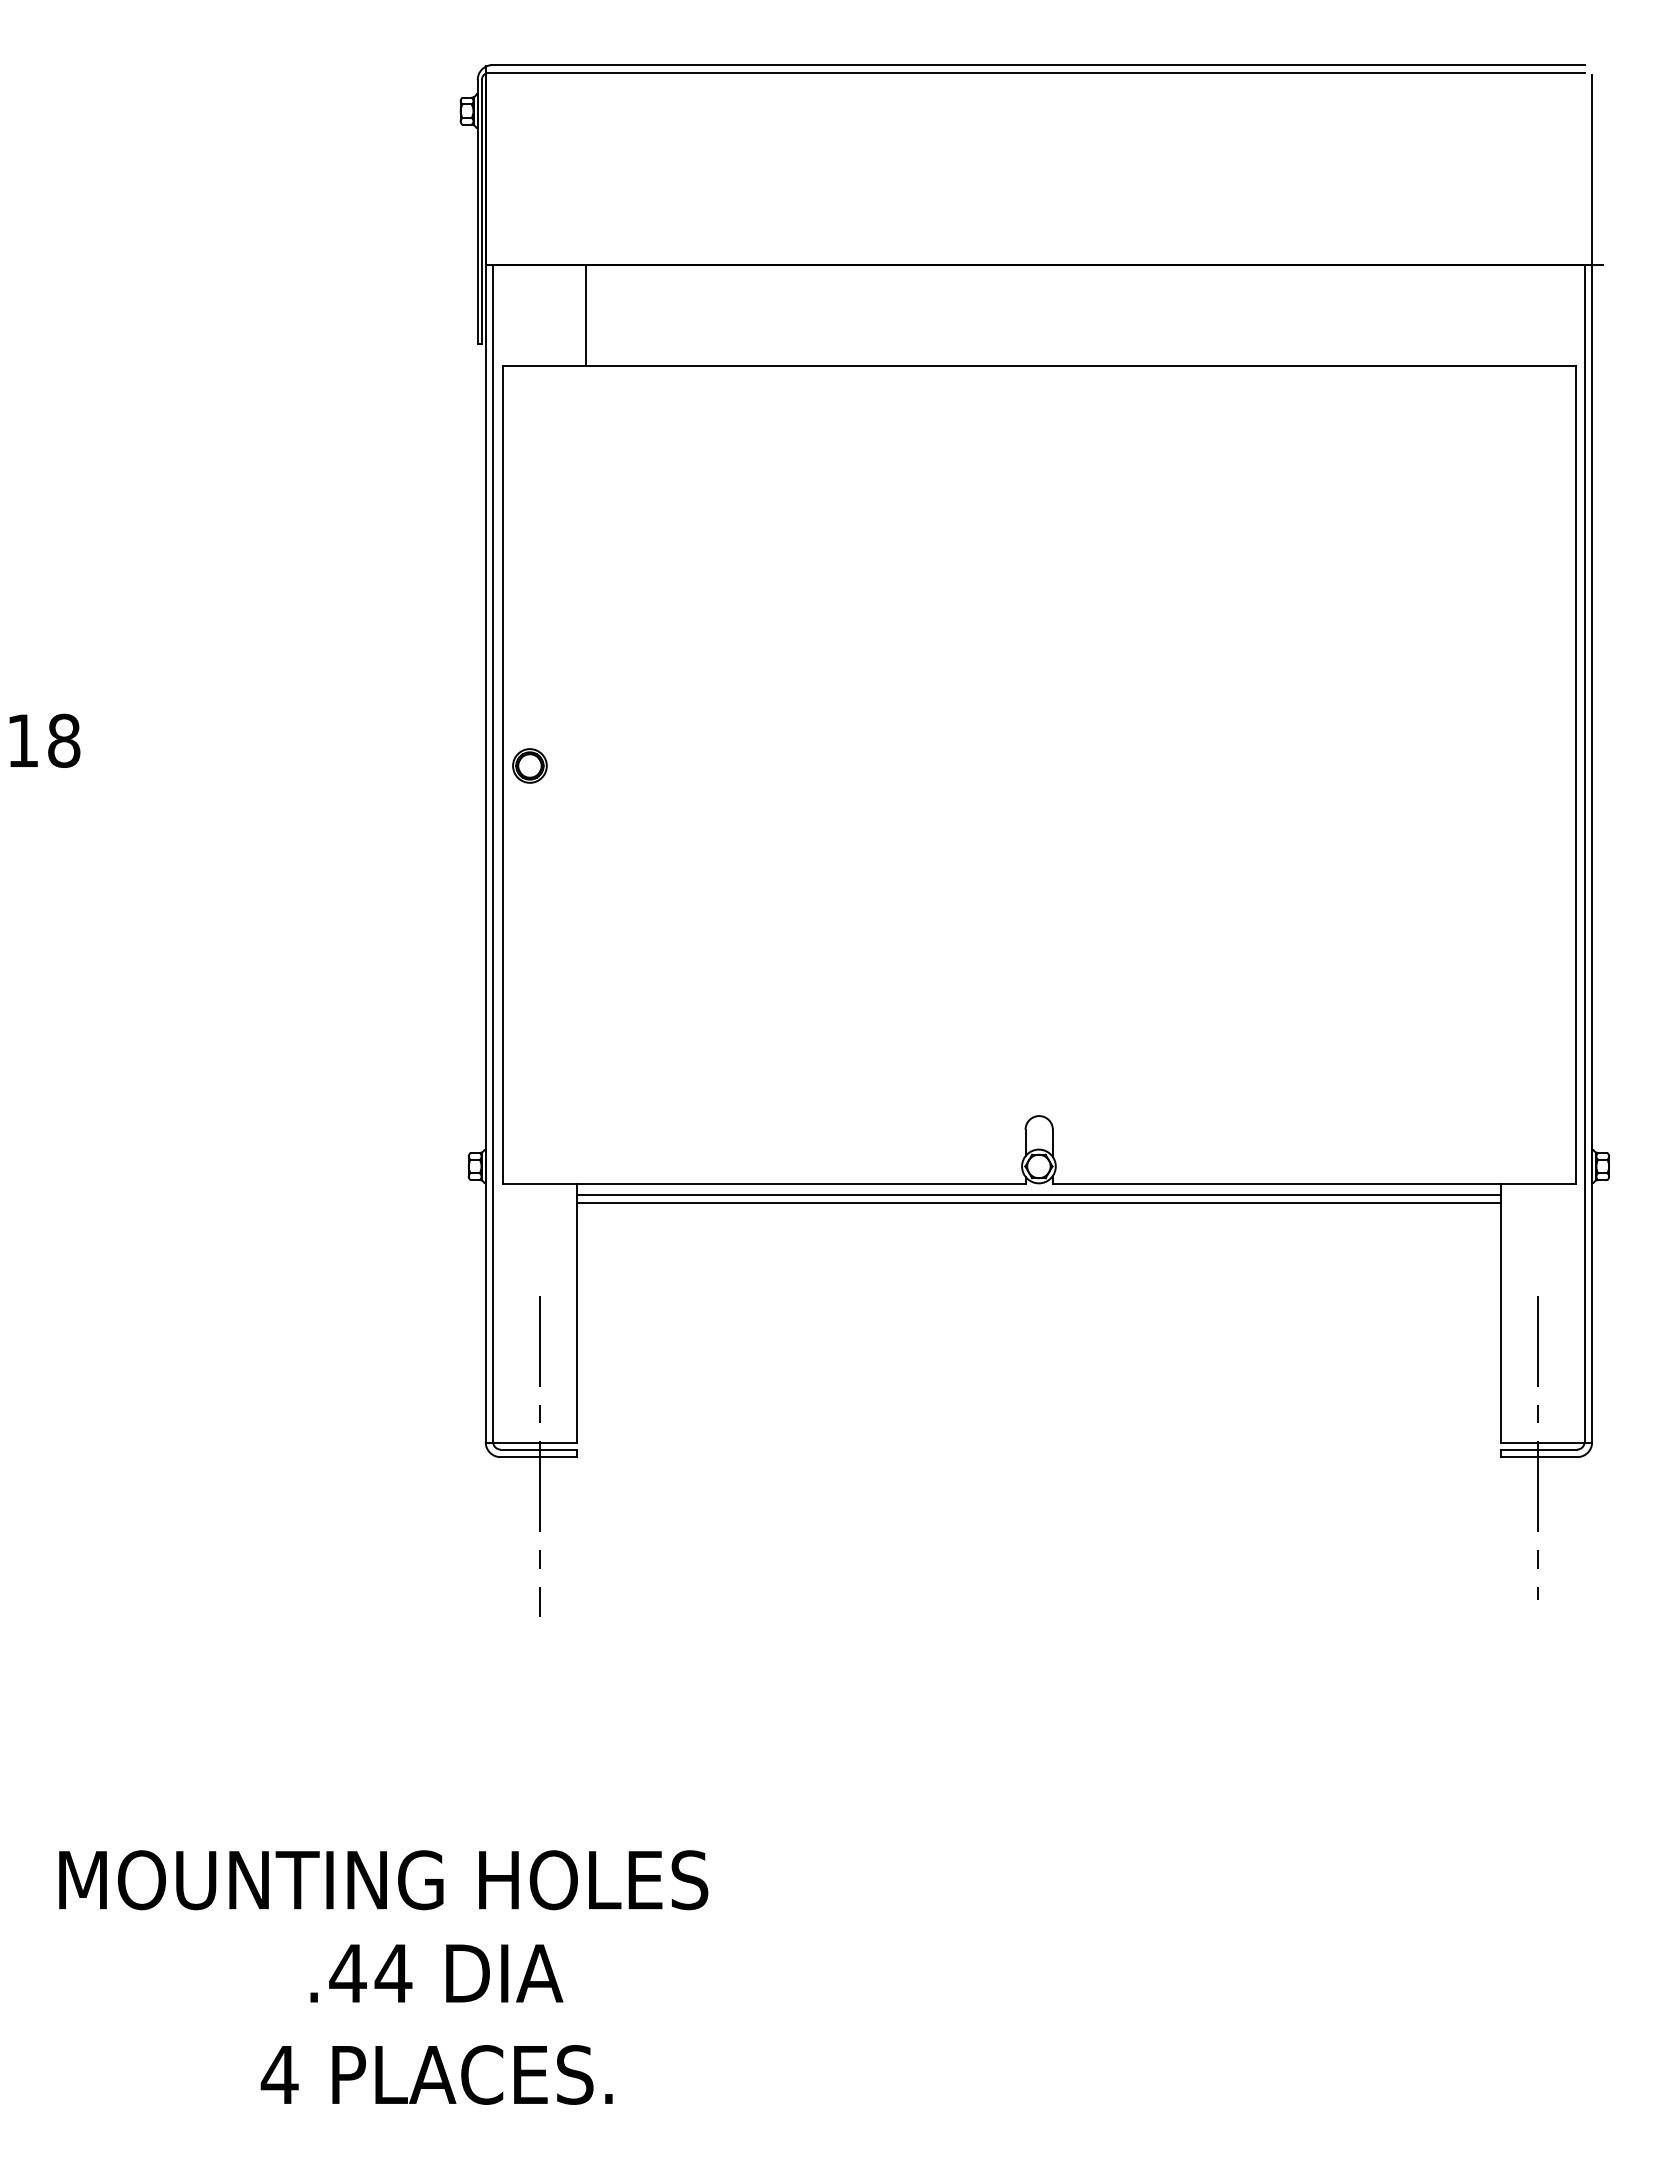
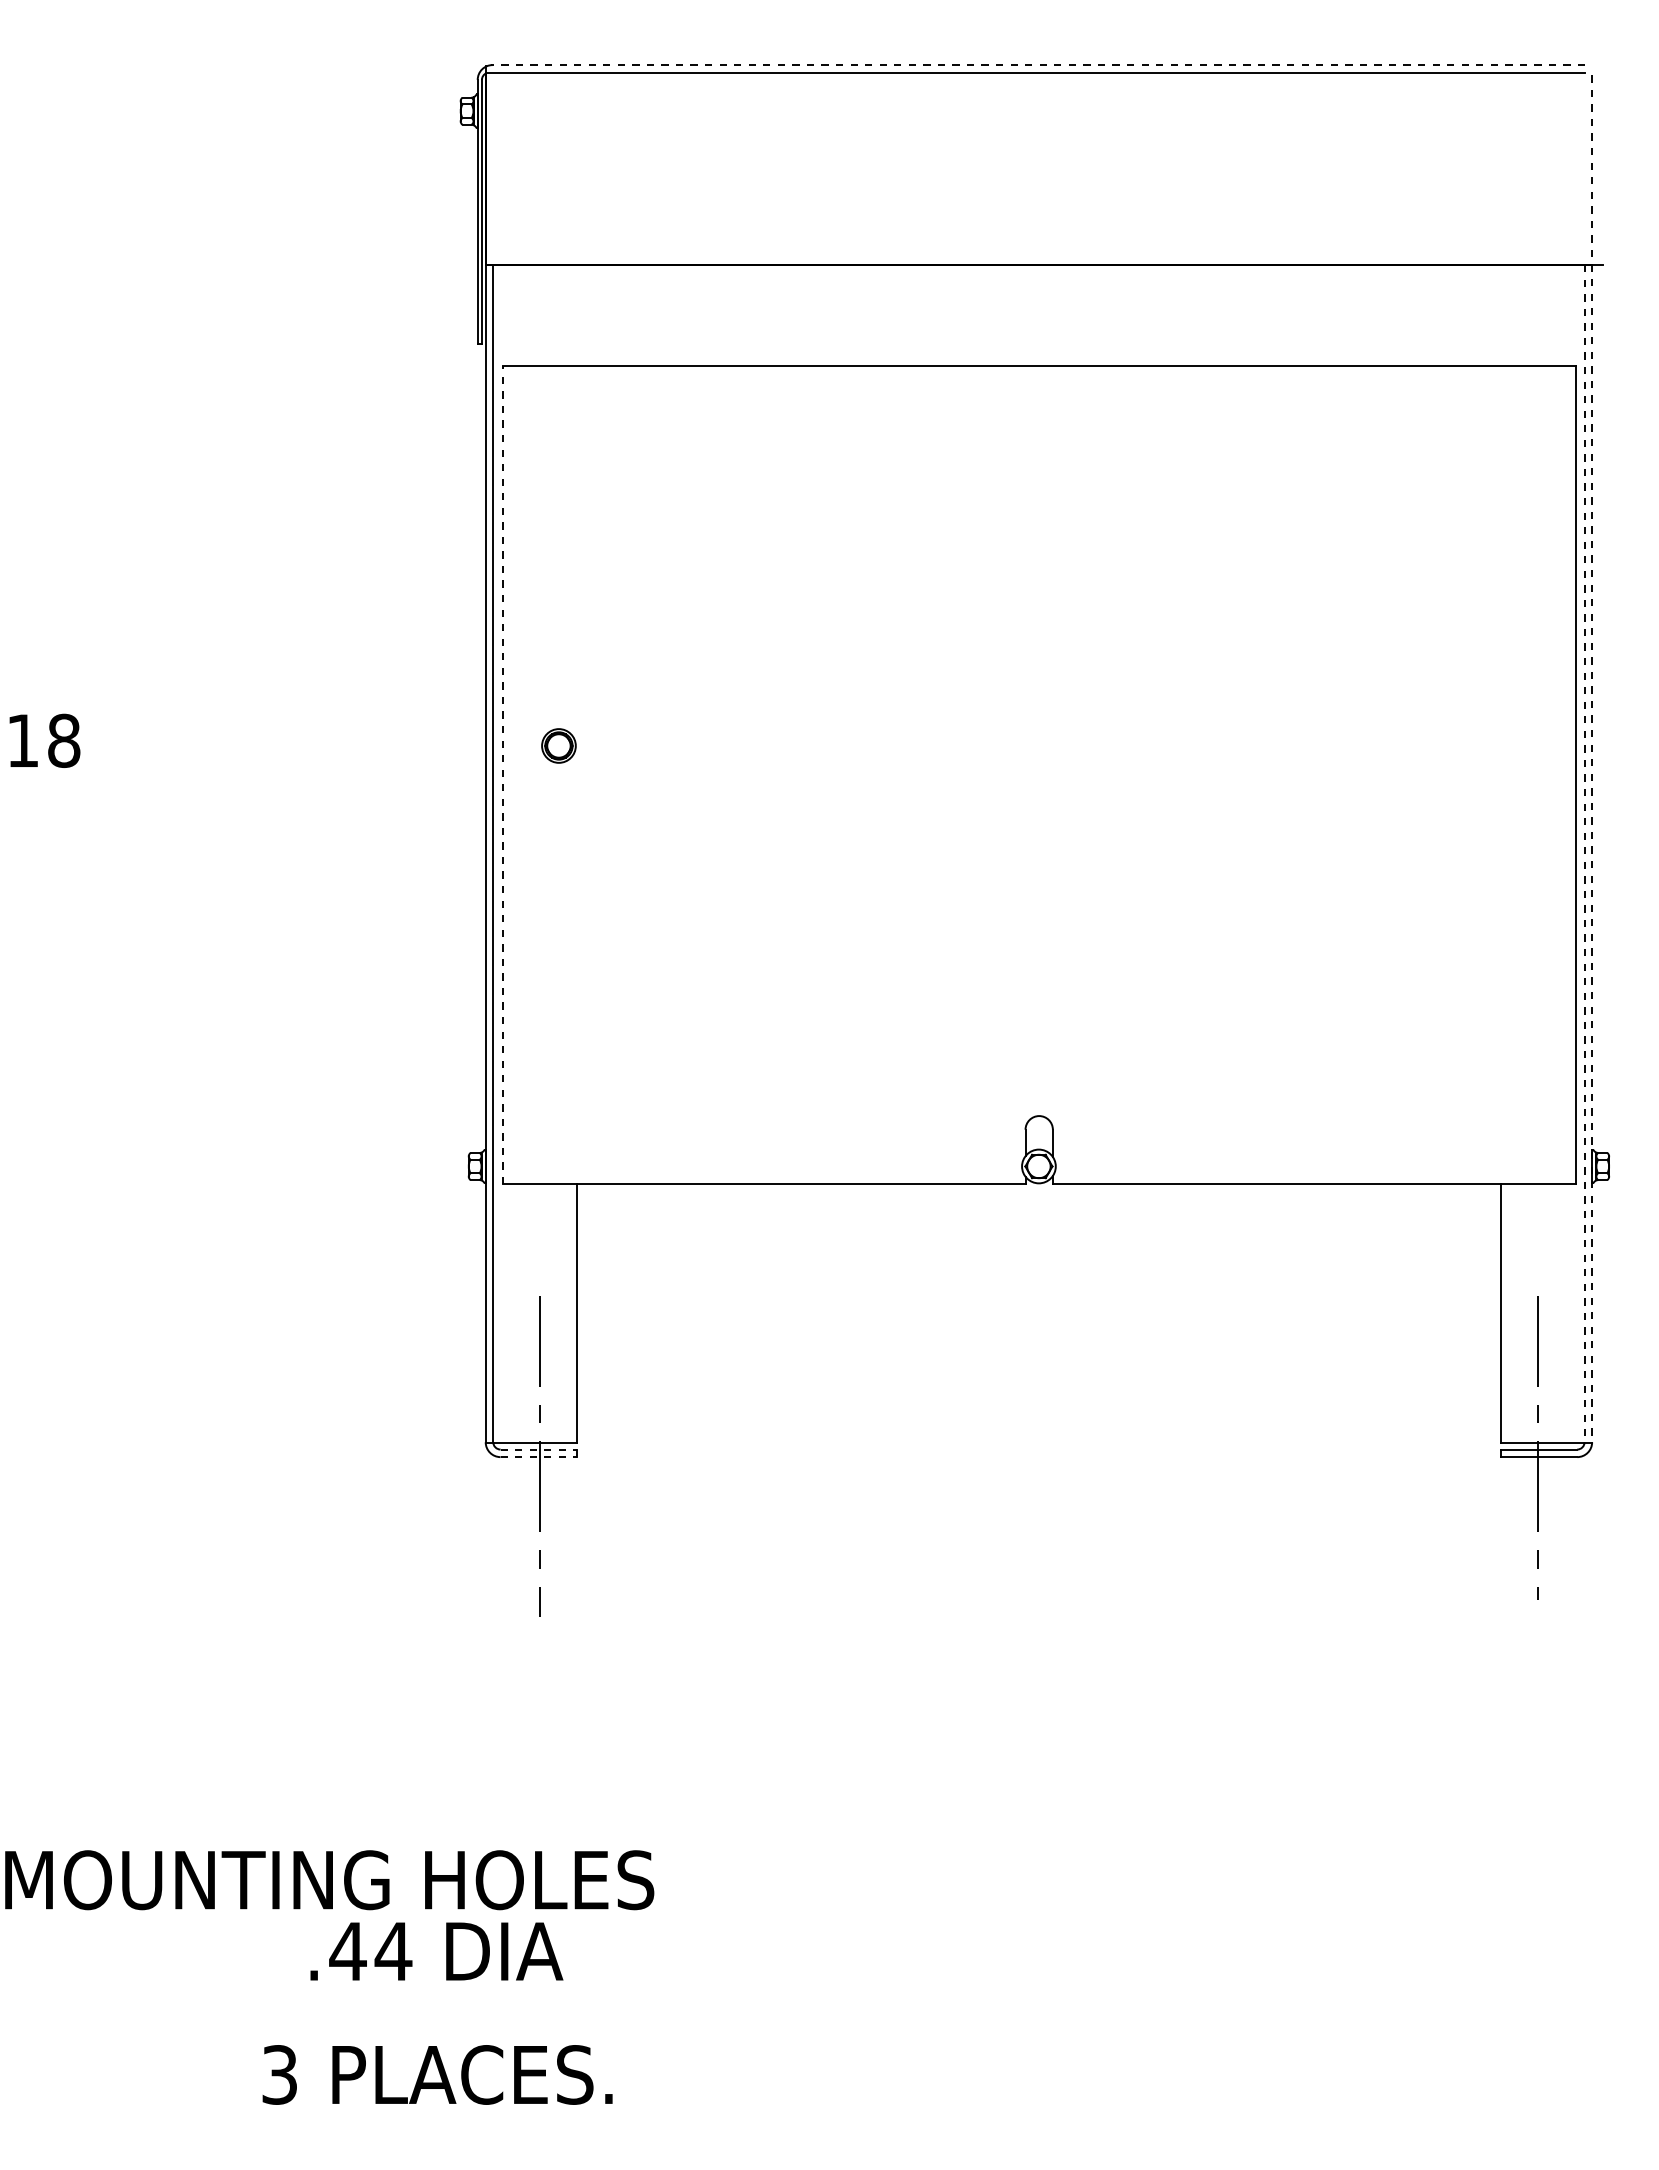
line at (1038, 65): solid -> dashed
line at (586, 315): present -> none
line at (1592, 758): solid -> dashed
part at (529, 765) position: (529, 765) -> (558, 745)
line at (502, 774): solid -> dashed
line at (1584, 853): solid -> dashed
line at (1038, 1194): present -> none
line at (1038, 1202): present -> none
line at (539, 1449): solid -> dashed
line at (539, 1457): solid -> dashed
text at (383, 1880) position: (383, 1880) -> (329, 1880)
text at (436, 1973) position: (436, 1973) -> (436, 1951)
text at (279, 2074): 4 -> 3
